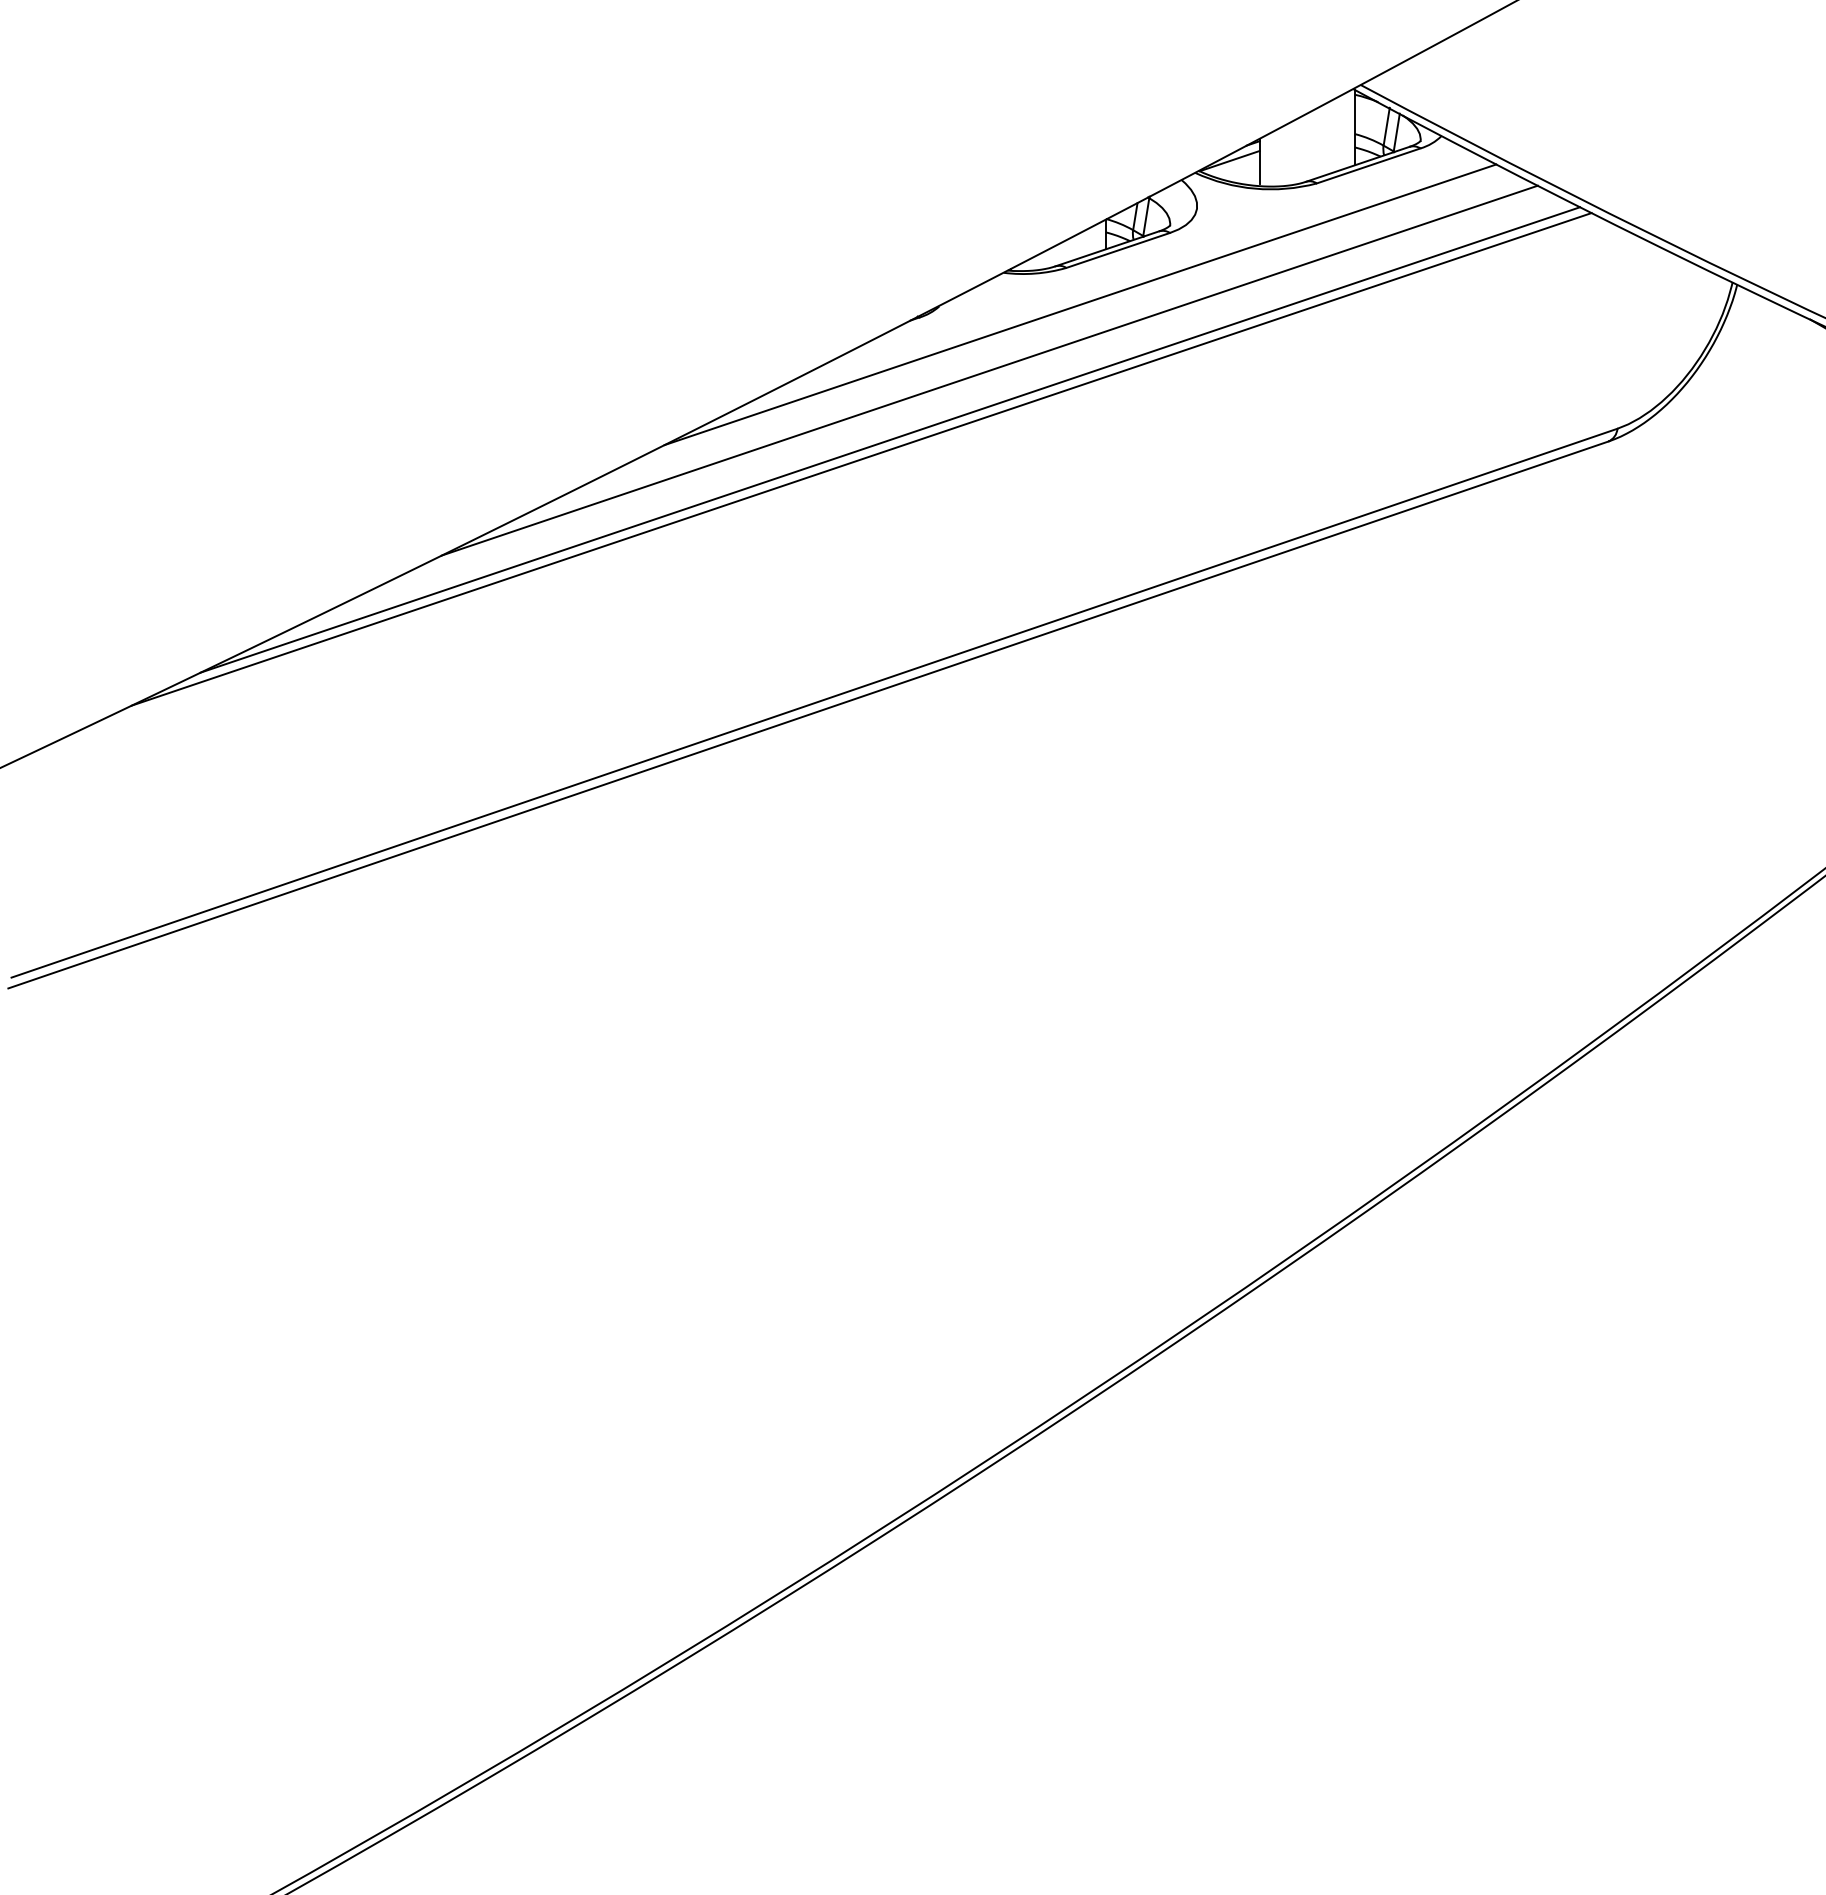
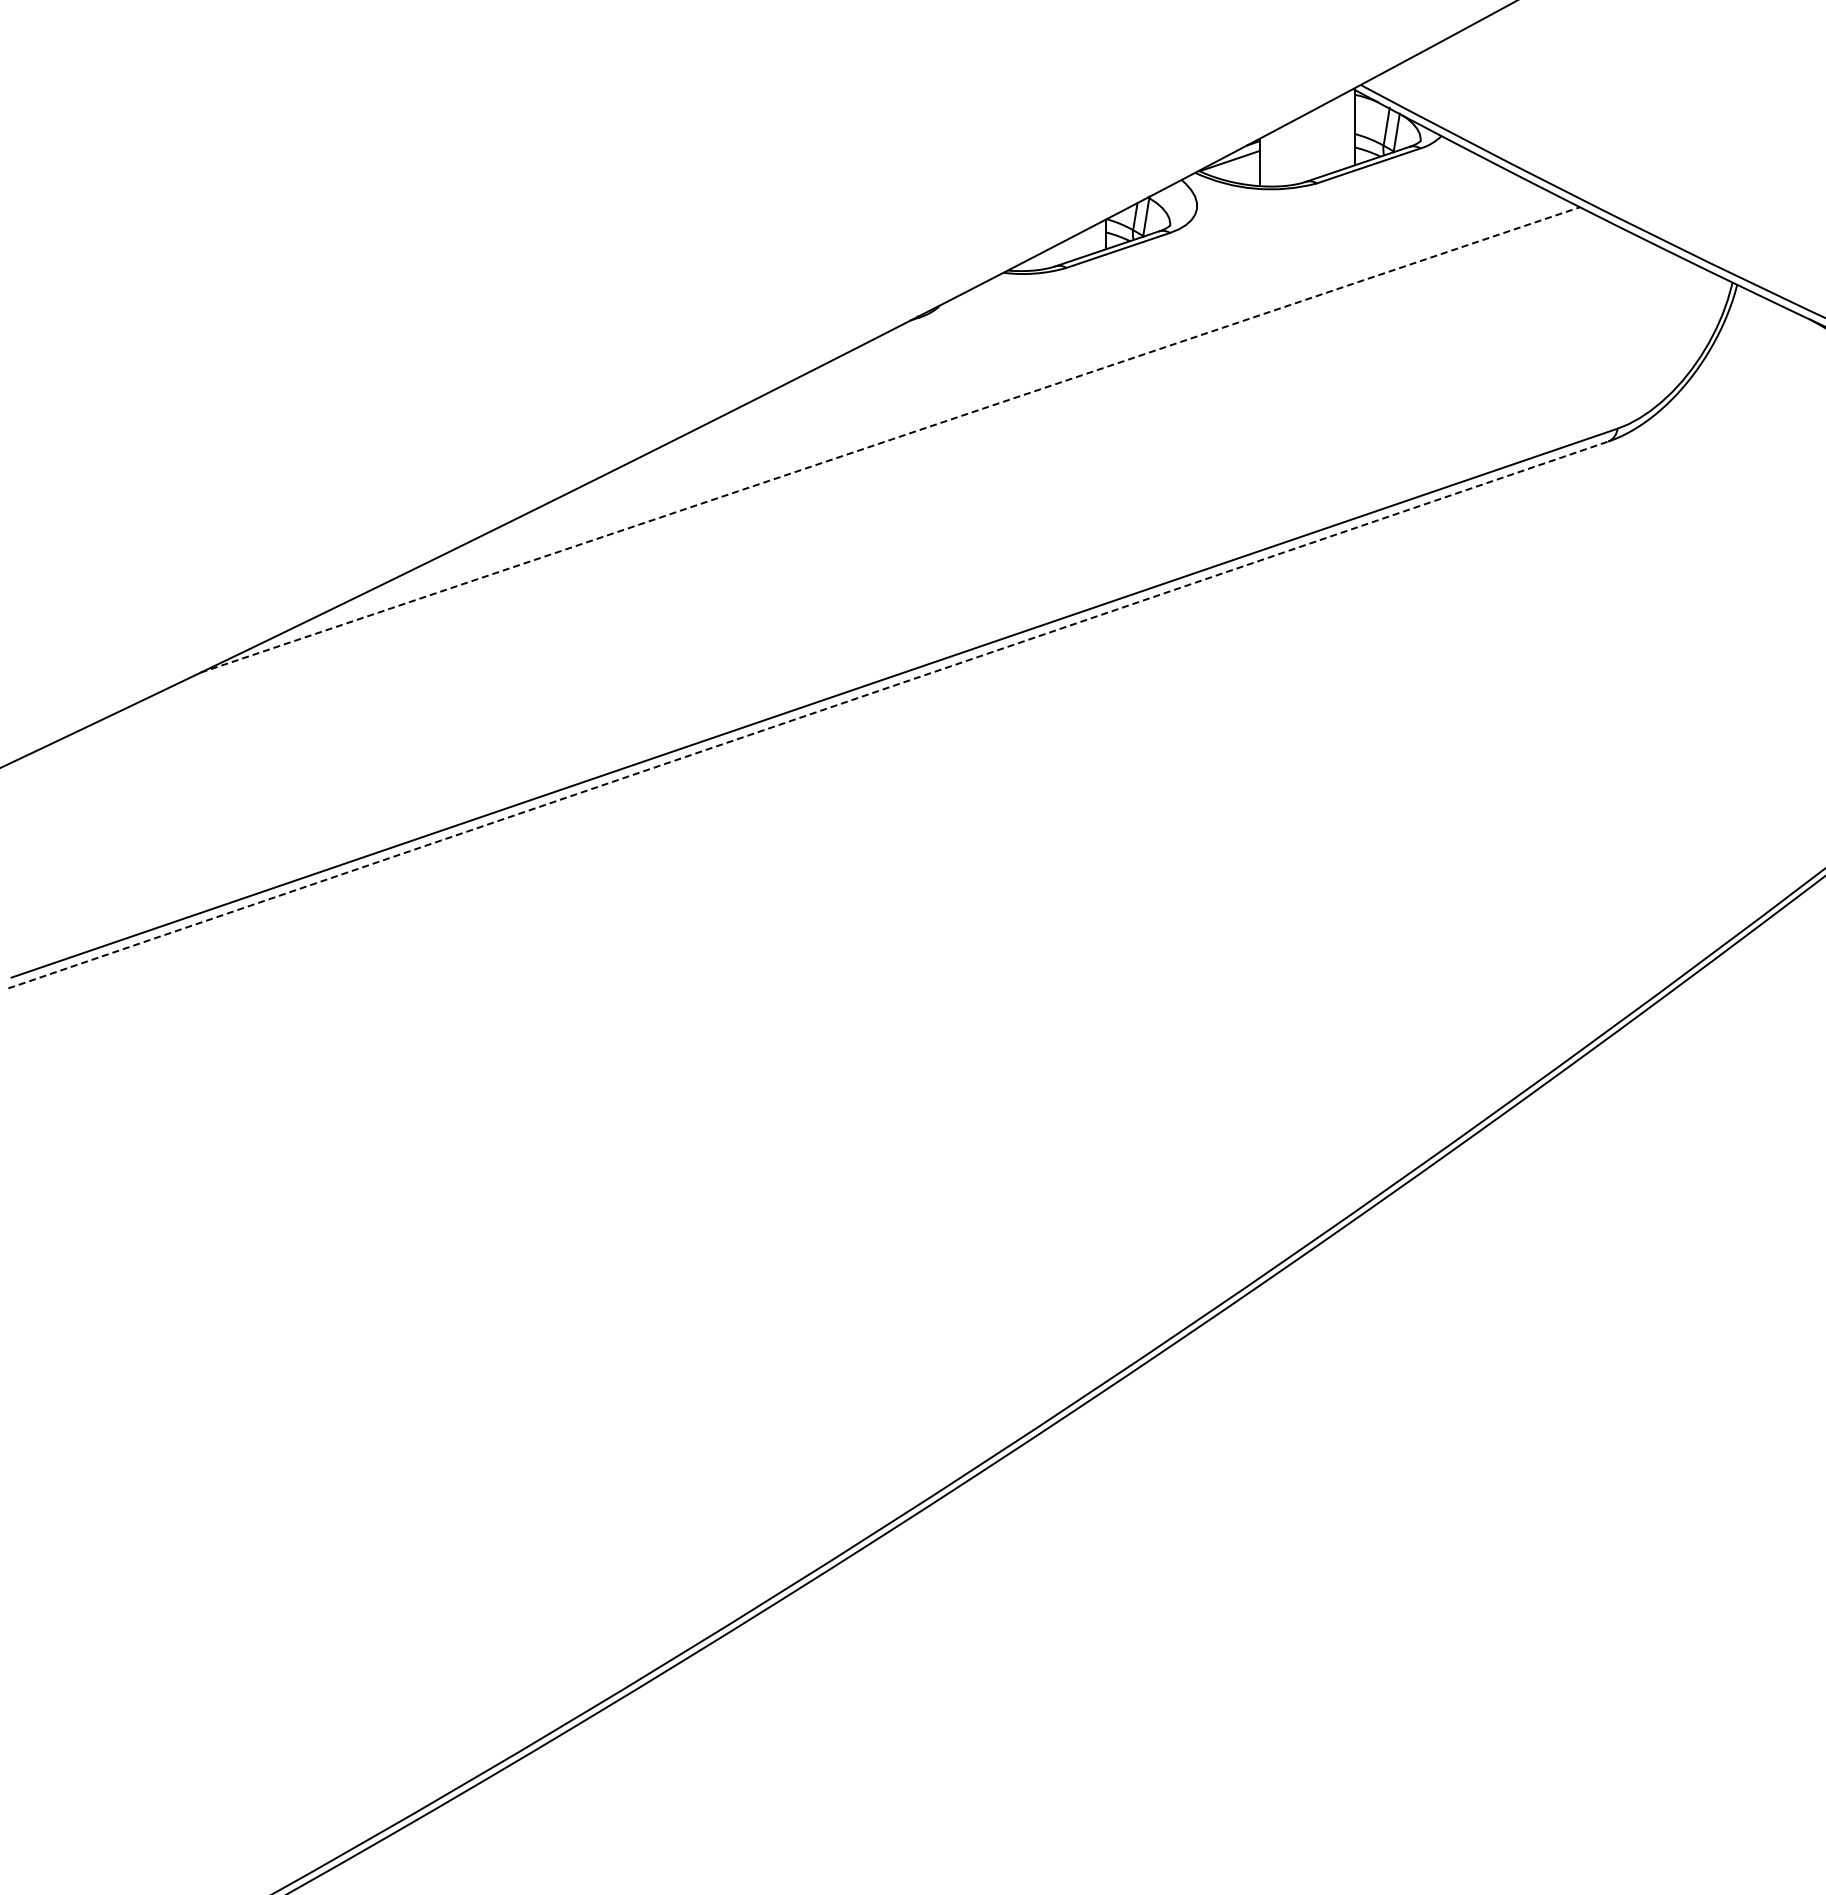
line at (1080, 304): present -> none
line at (989, 370): present -> none
line at (890, 439): solid -> dashed
line at (861, 459): present -> none
line at (808, 714): solid -> dashed
